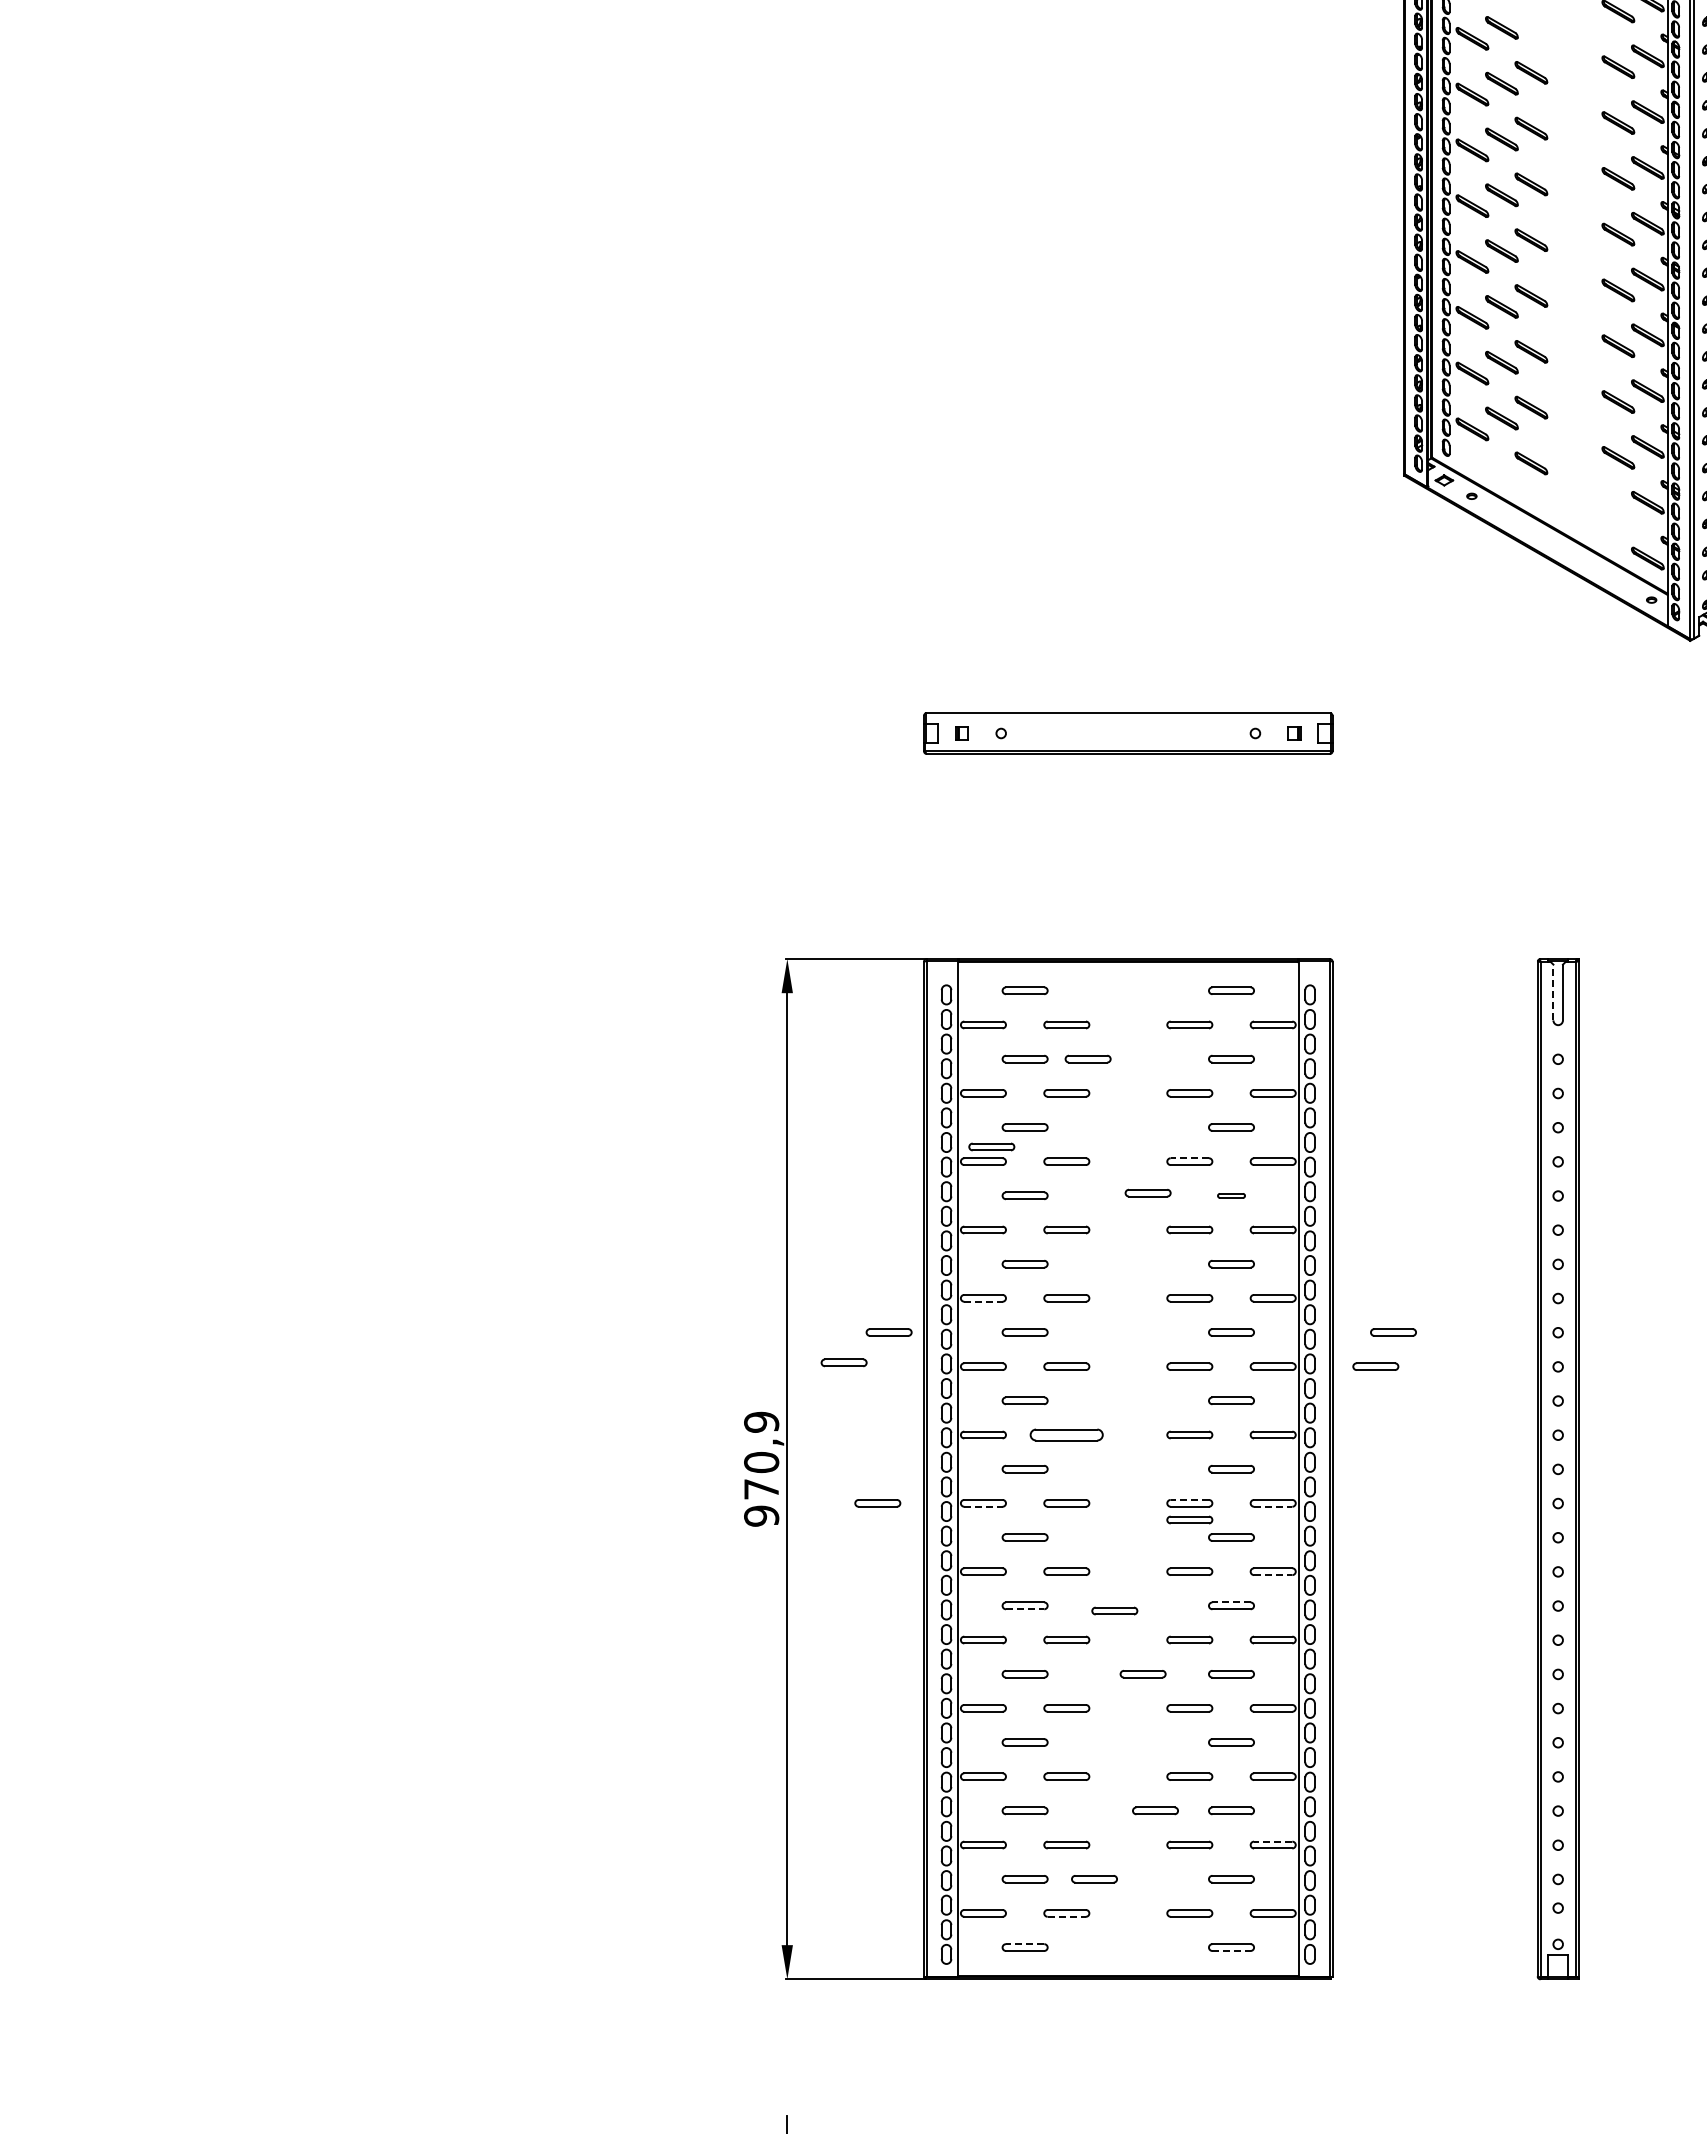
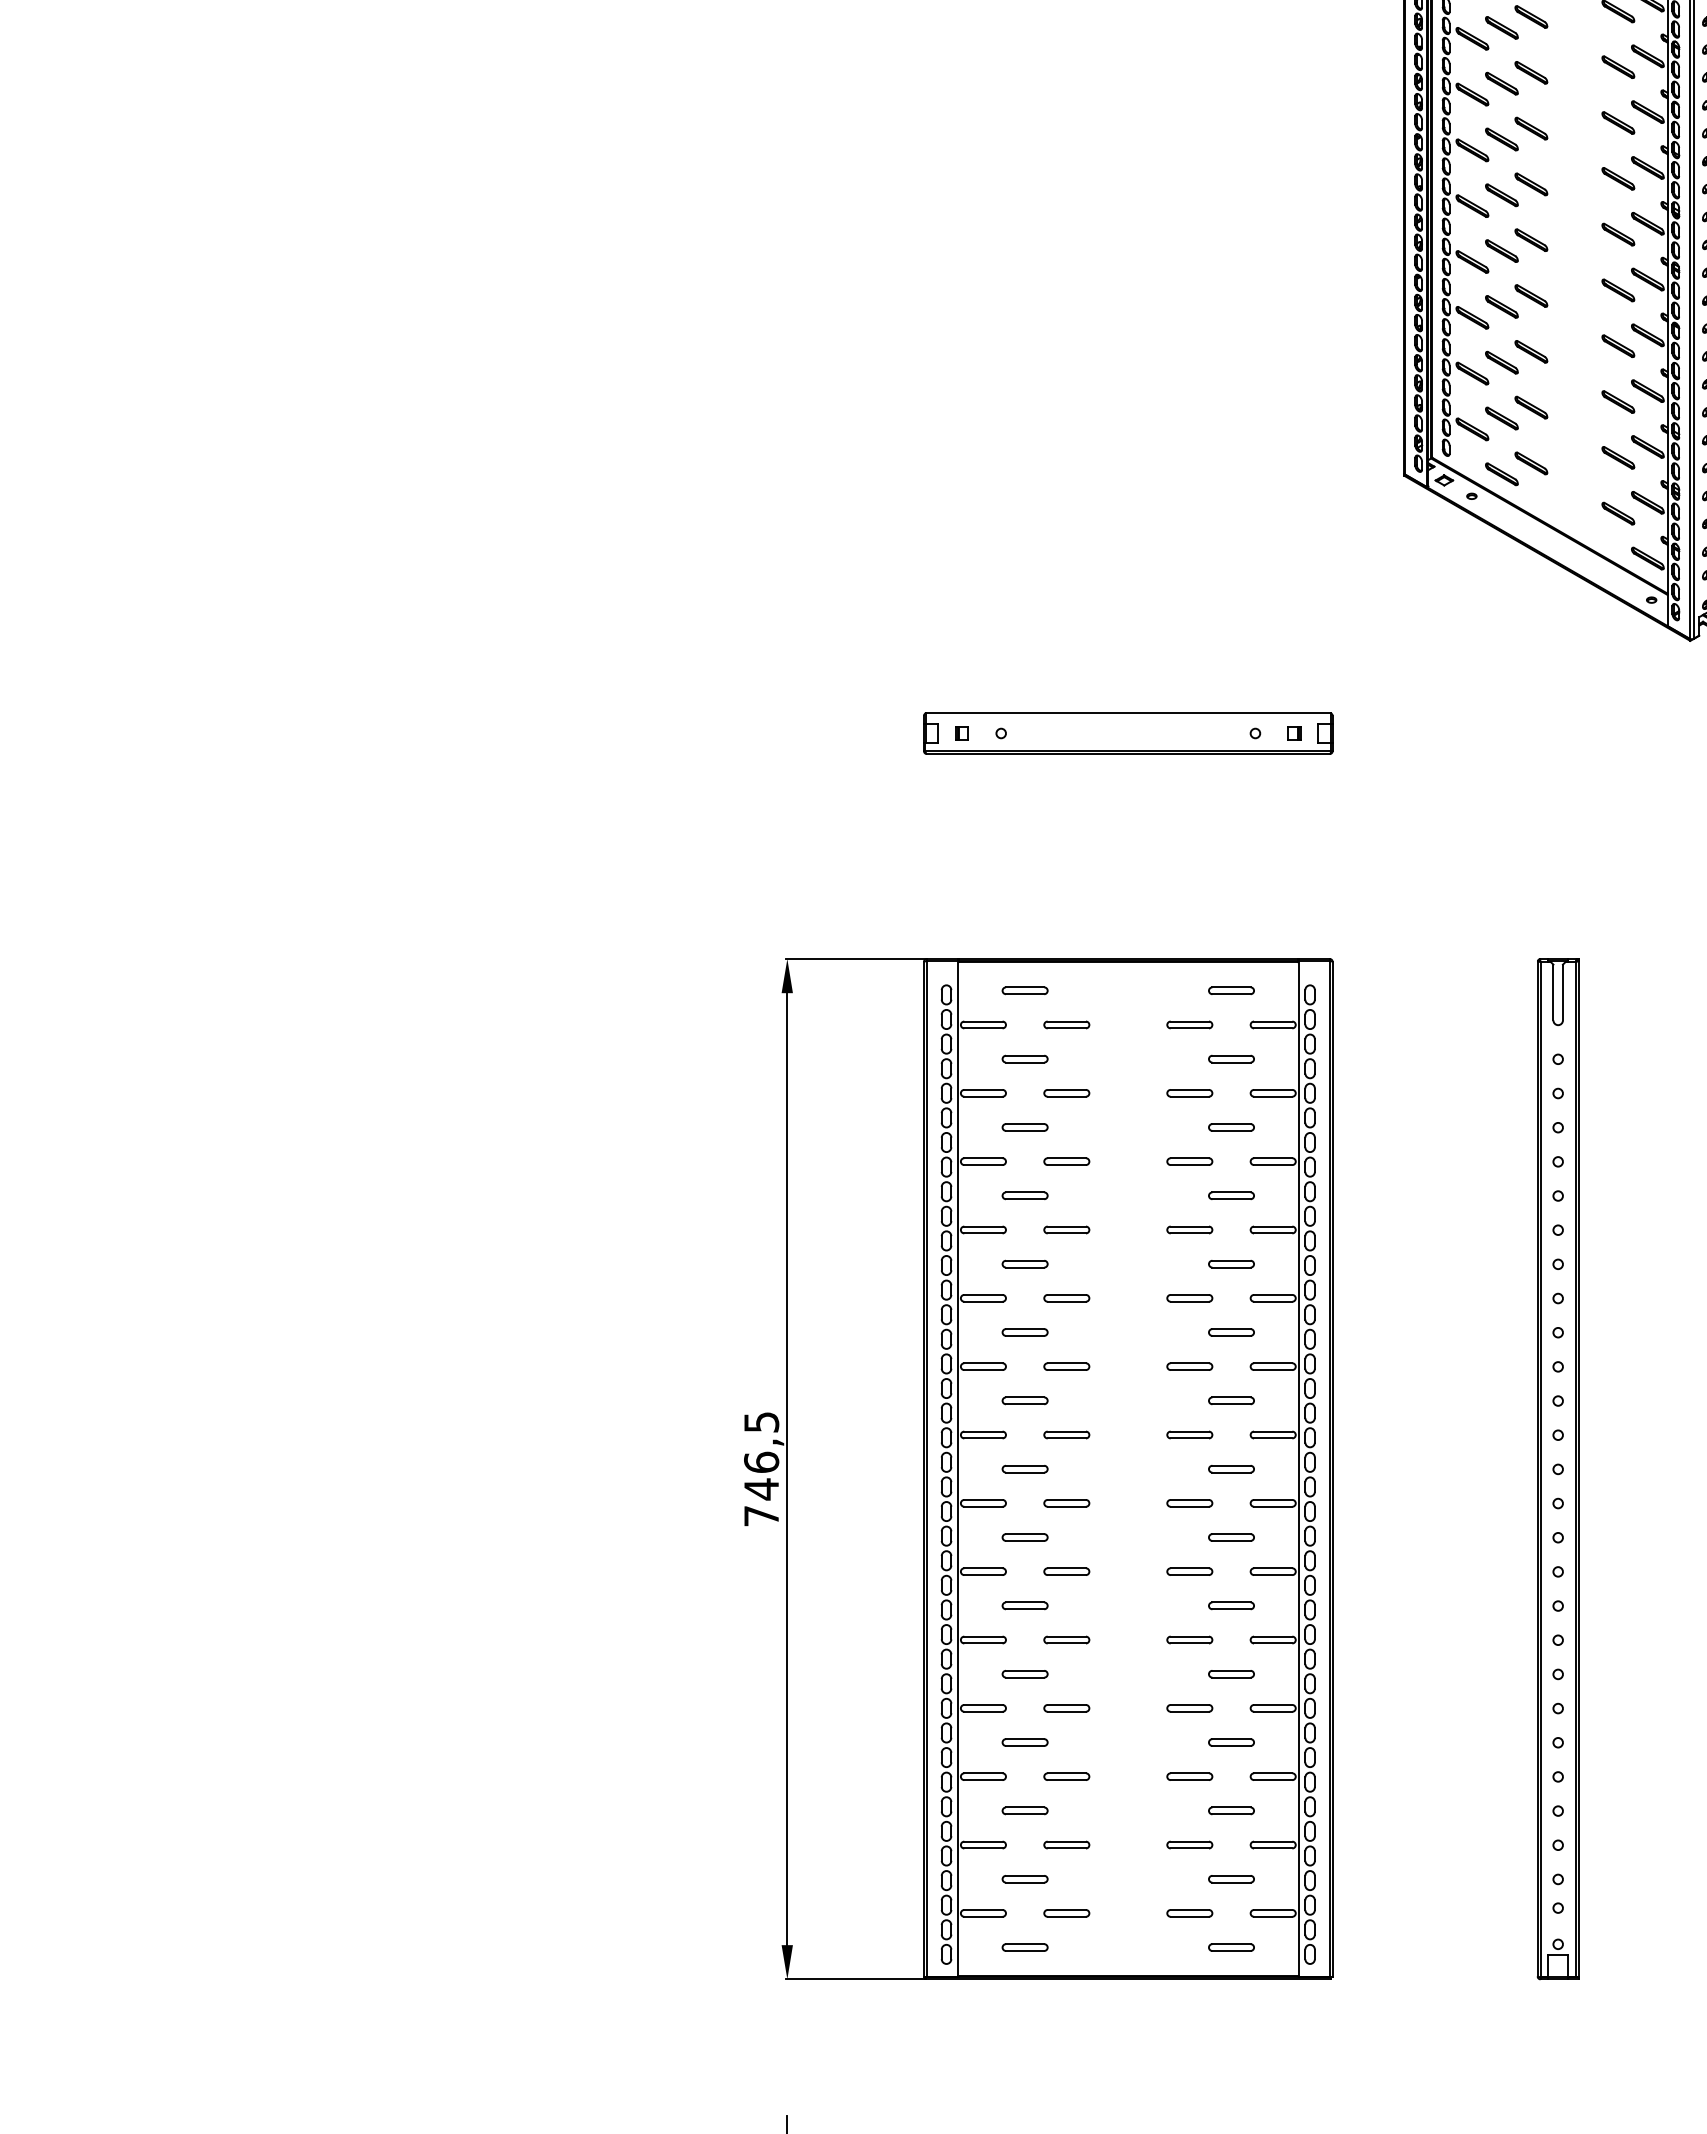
part at (1531, 16): none -> present
part at (1501, 474): none -> present
part at (1618, 513): none -> present
line at (1553, 992): dashed -> solid
part at (1087, 1058): present -> none
part at (991, 1146): present -> none
line at (1189, 1158): dashed -> solid
part at (1147, 1192): present -> none
part at (1231, 1195) size: 29x6 px -> 47x10 px
line at (983, 1301): dashed -> solid
part at (888, 1332): present -> none
part at (1393, 1332): present -> none
part at (843, 1362): present -> none
part at (1375, 1366): present -> none
part at (1066, 1434) size: 75x14 px -> 48x10 px
text at (761, 1468): 970,9 -> 746,5
line at (1189, 1499): dashed -> solid
part at (877, 1503): present -> none
line at (983, 1506): dashed -> solid
line at (1273, 1506): dashed -> solid
part at (1189, 1519): present -> none
line at (1273, 1575): dashed -> solid
line at (1231, 1602): dashed -> solid
line at (1025, 1609): dashed -> solid
part at (1114, 1610): present -> none
part at (1142, 1674): present -> none
part at (1155, 1810): present -> none
line at (1272, 1841): dashed -> solid
part at (1094, 1879): present -> none
line at (1067, 1916): dashed -> solid
line at (1024, 1944): dashed -> solid
line at (1232, 1950): dashed -> solid
